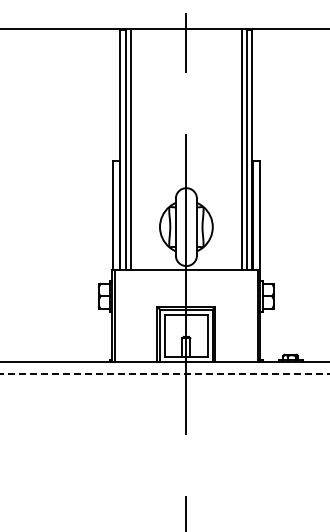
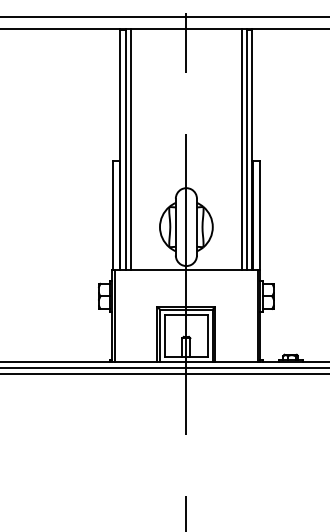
line at (164, 17): none -> present
line at (164, 367): none -> present
line at (164, 374): dashed -> solid
